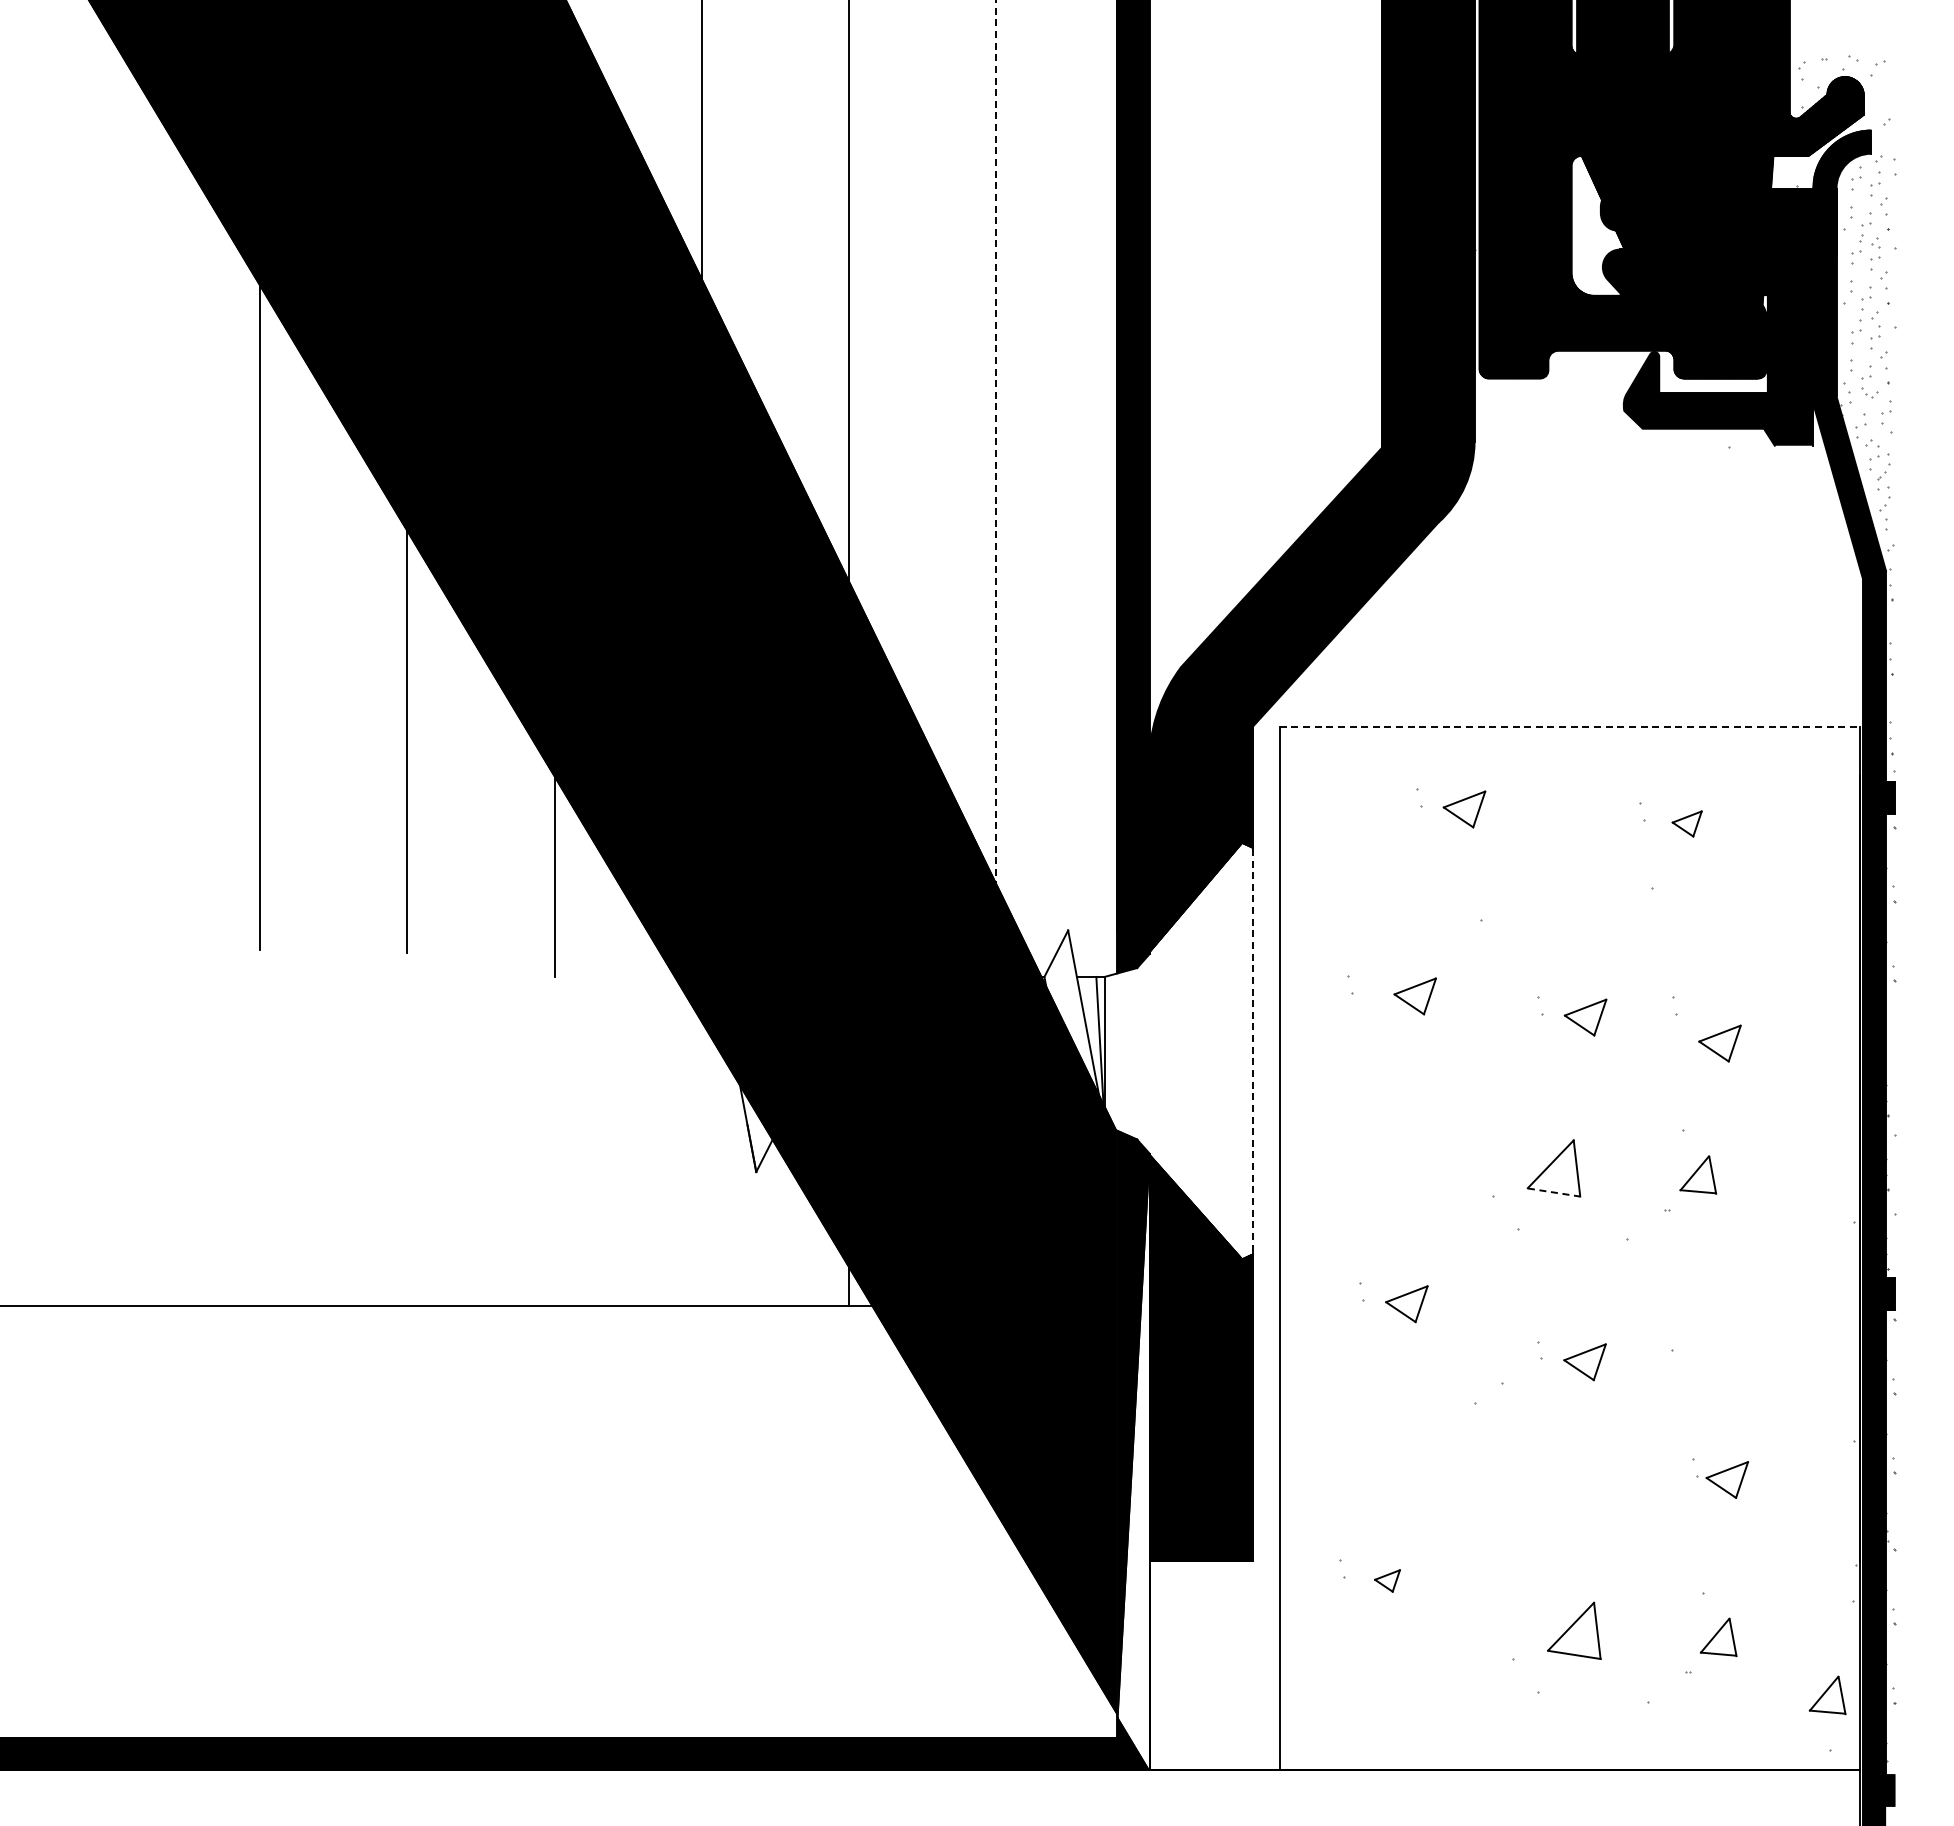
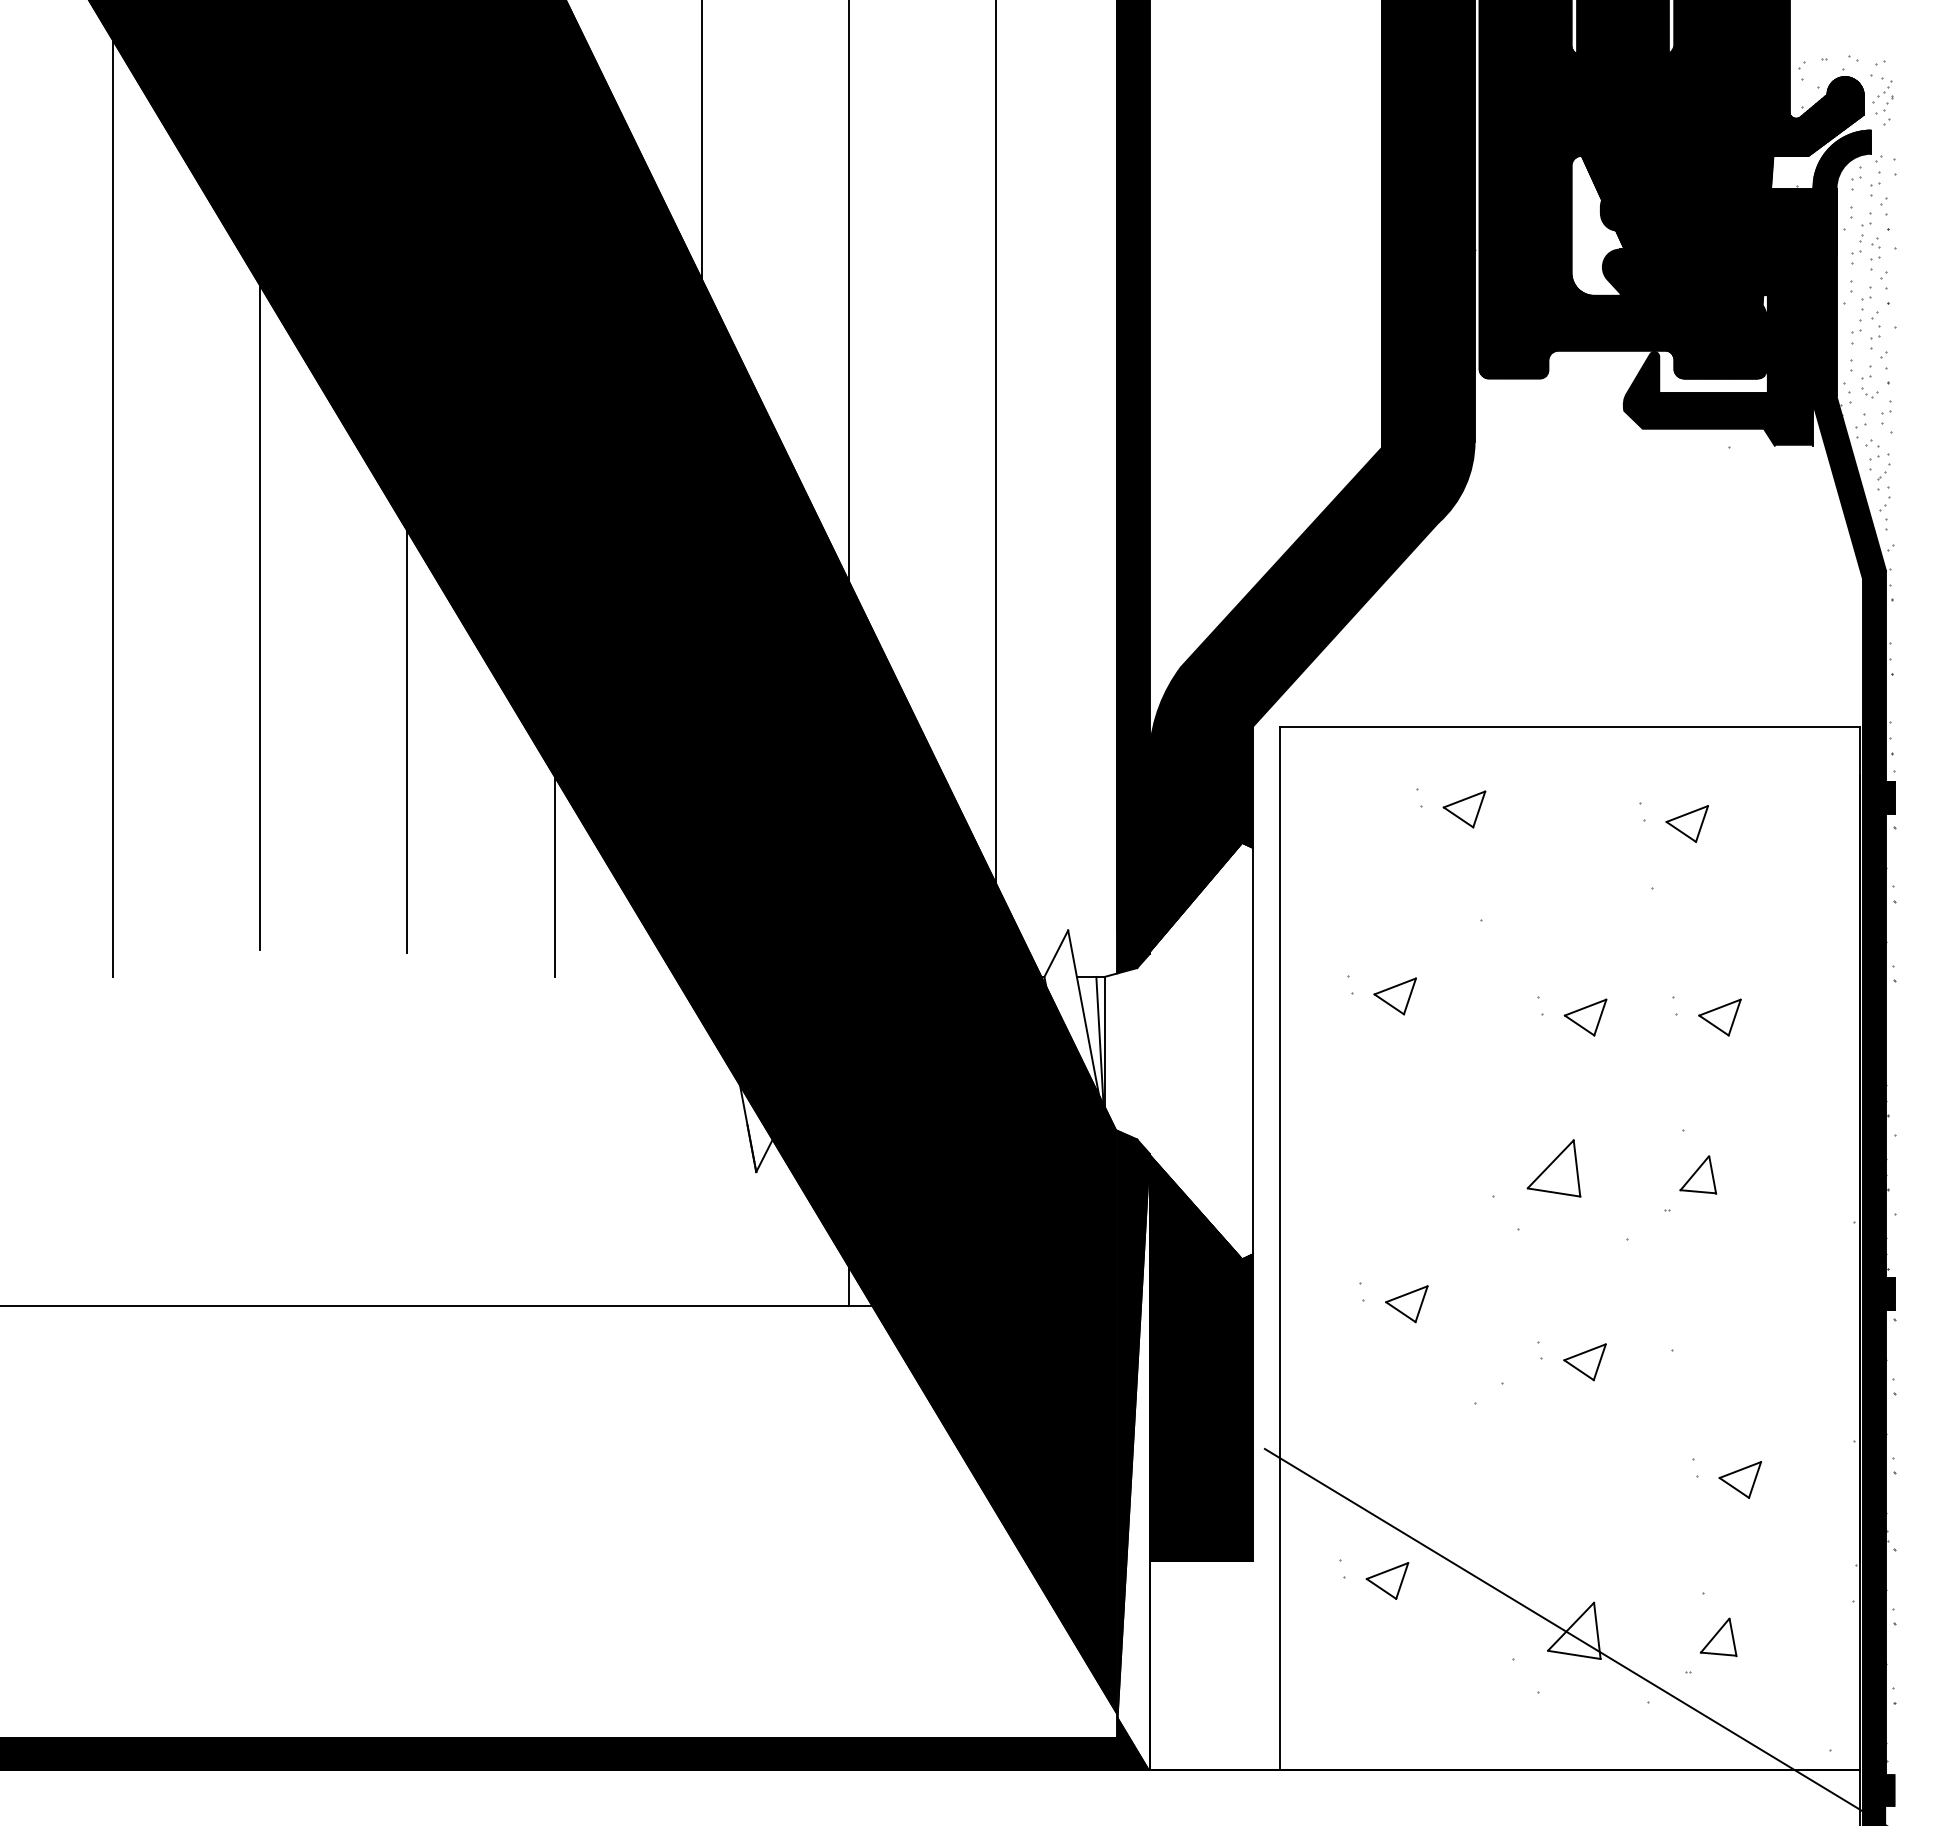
part at (1882, 95): none -> present
line at (112, 489): none -> present
line at (996, 489): dashed -> solid
line at (1569, 727): dashed -> solid
part at (1686, 823) size: 32x28 px -> 44x38 px
part at (1414, 996) position: (1414, 996) -> (1394, 996)
part at (1719, 1043) position: (1719, 1043) -> (1719, 1017)
line at (1253, 1051): dashed -> solid
line at (1554, 1192): dashed -> solid
part at (1726, 1479) position: (1726, 1479) -> (1739, 1479)
part at (1387, 1580) size: 27x24 px -> 45x38 px
line at (1572, 1635): none -> present
part at (1827, 1695): present -> none
